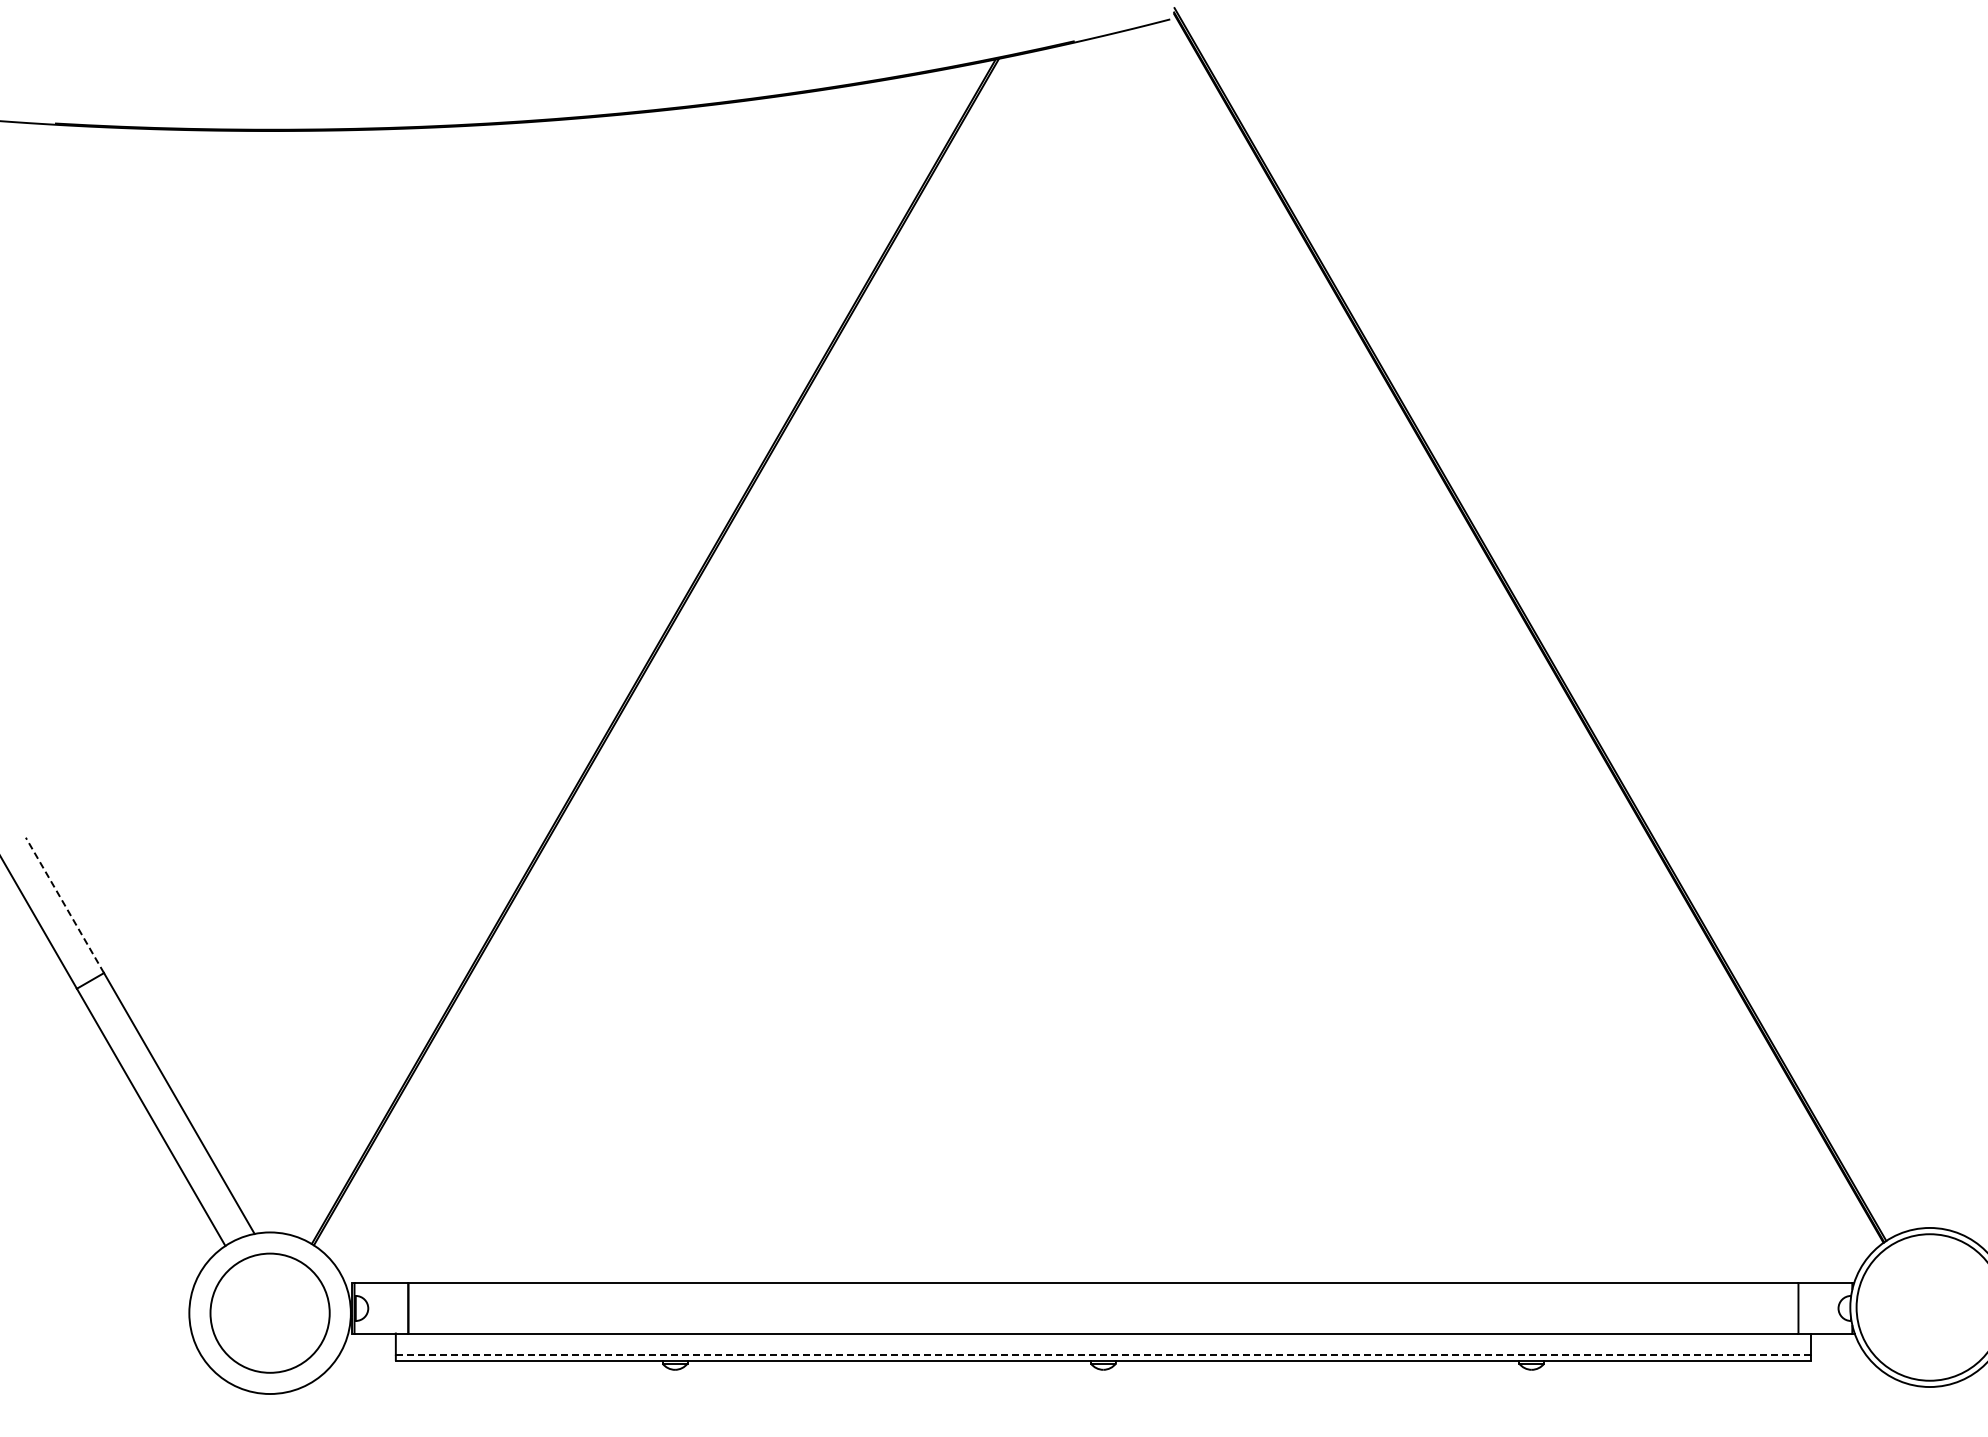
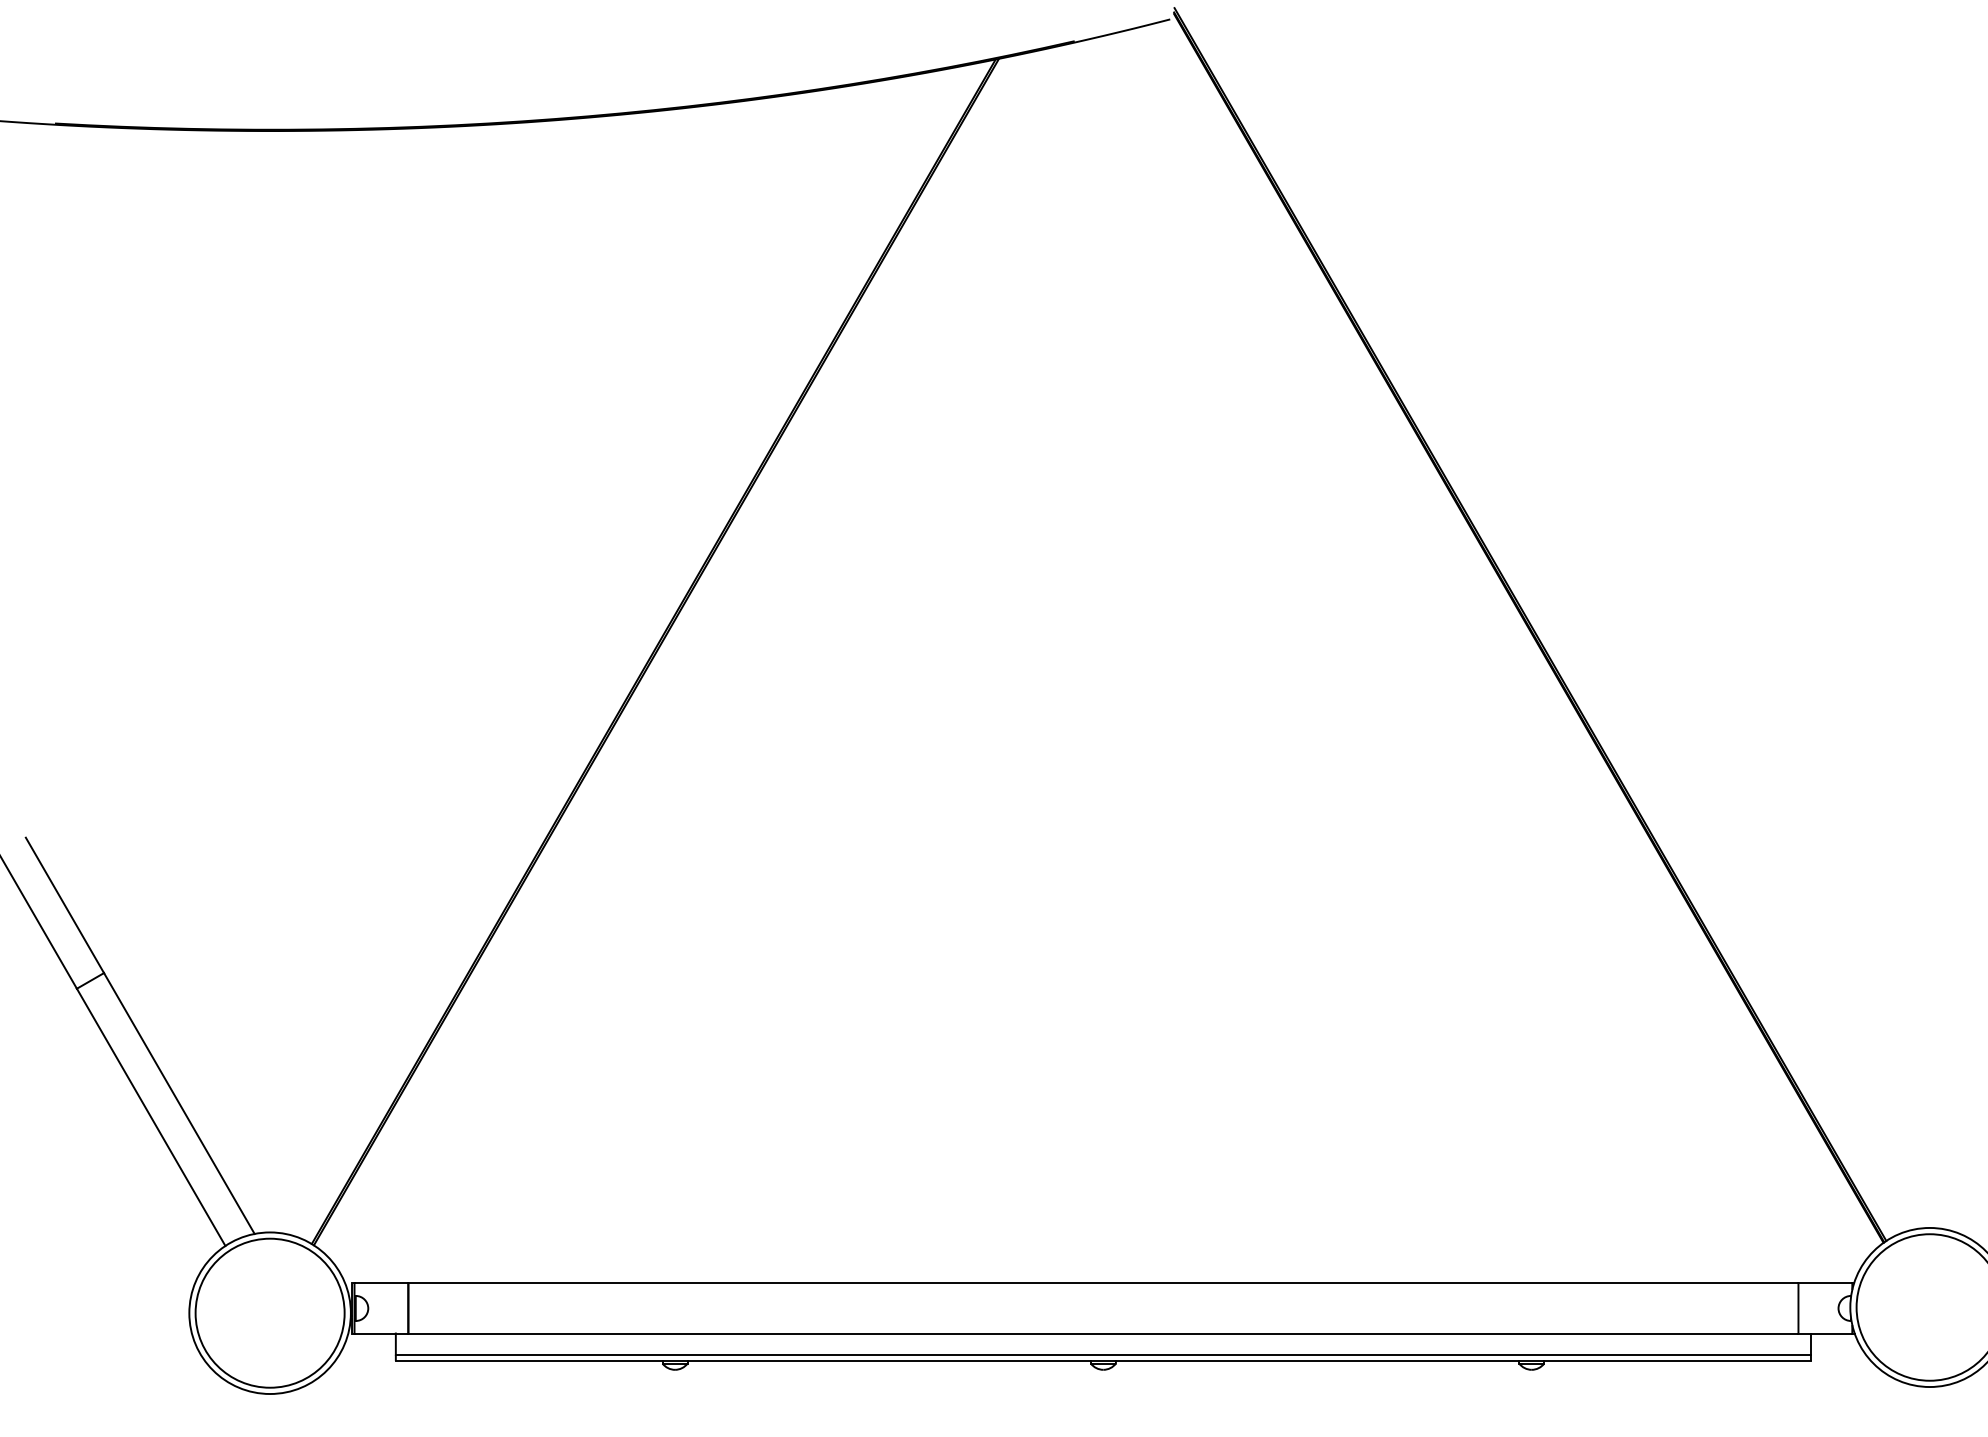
line at (64, 904): dashed -> solid
circle at (269, 1312) diameter: 119 px -> 149 px
line at (1103, 1354): dashed -> solid
